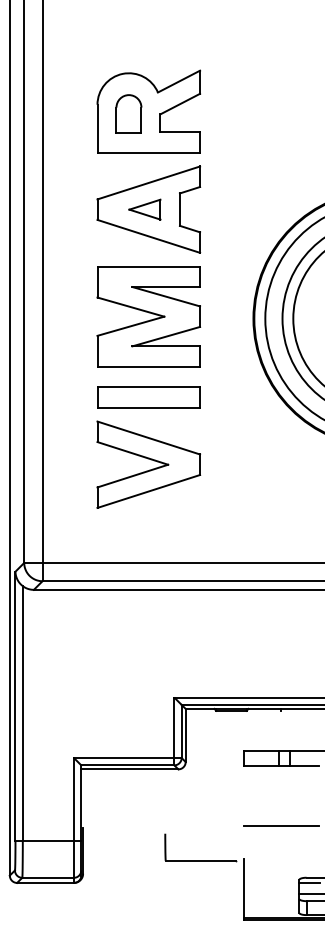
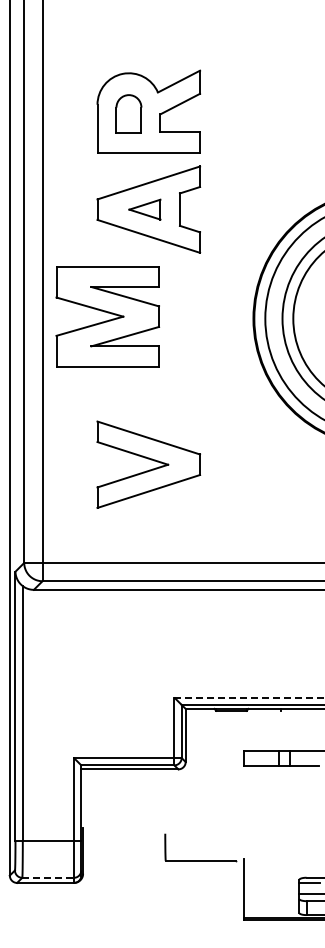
part at (148, 316) position: (148, 316) -> (107, 316)
part at (148, 397): present -> none
line at (249, 697): solid -> dashed
line at (281, 826): present -> none
line at (48, 877): solid -> dashed
